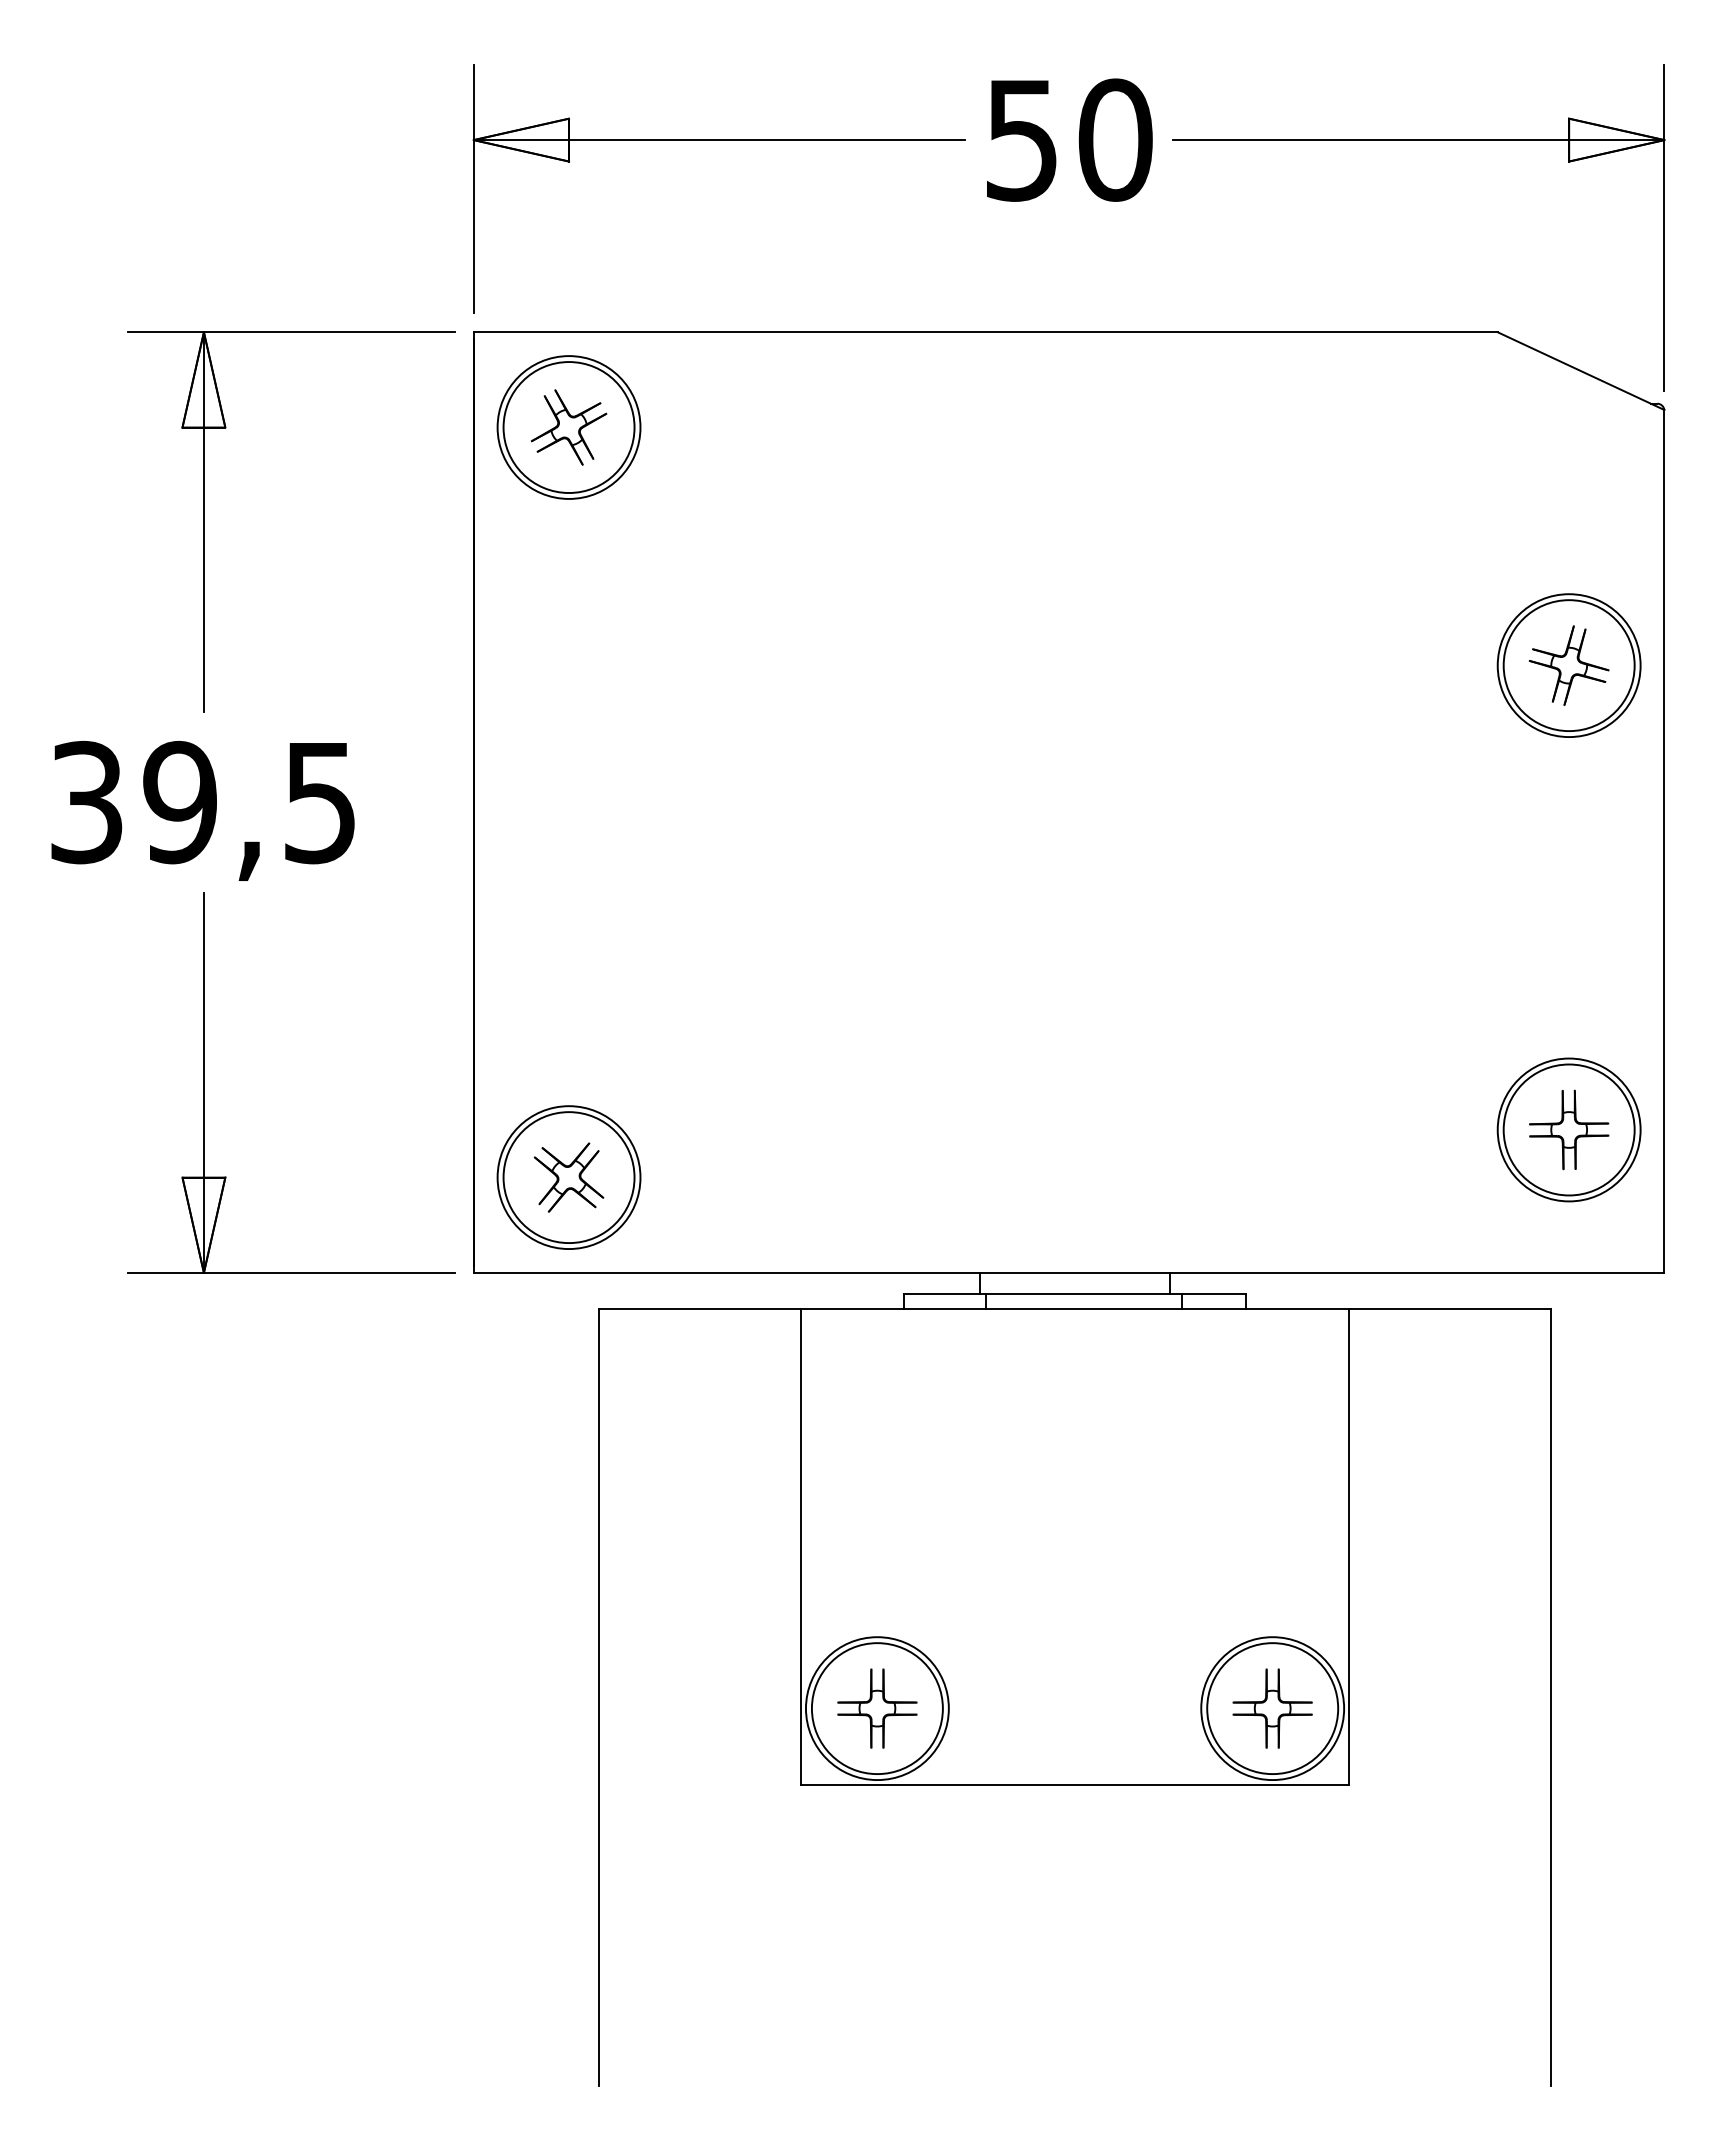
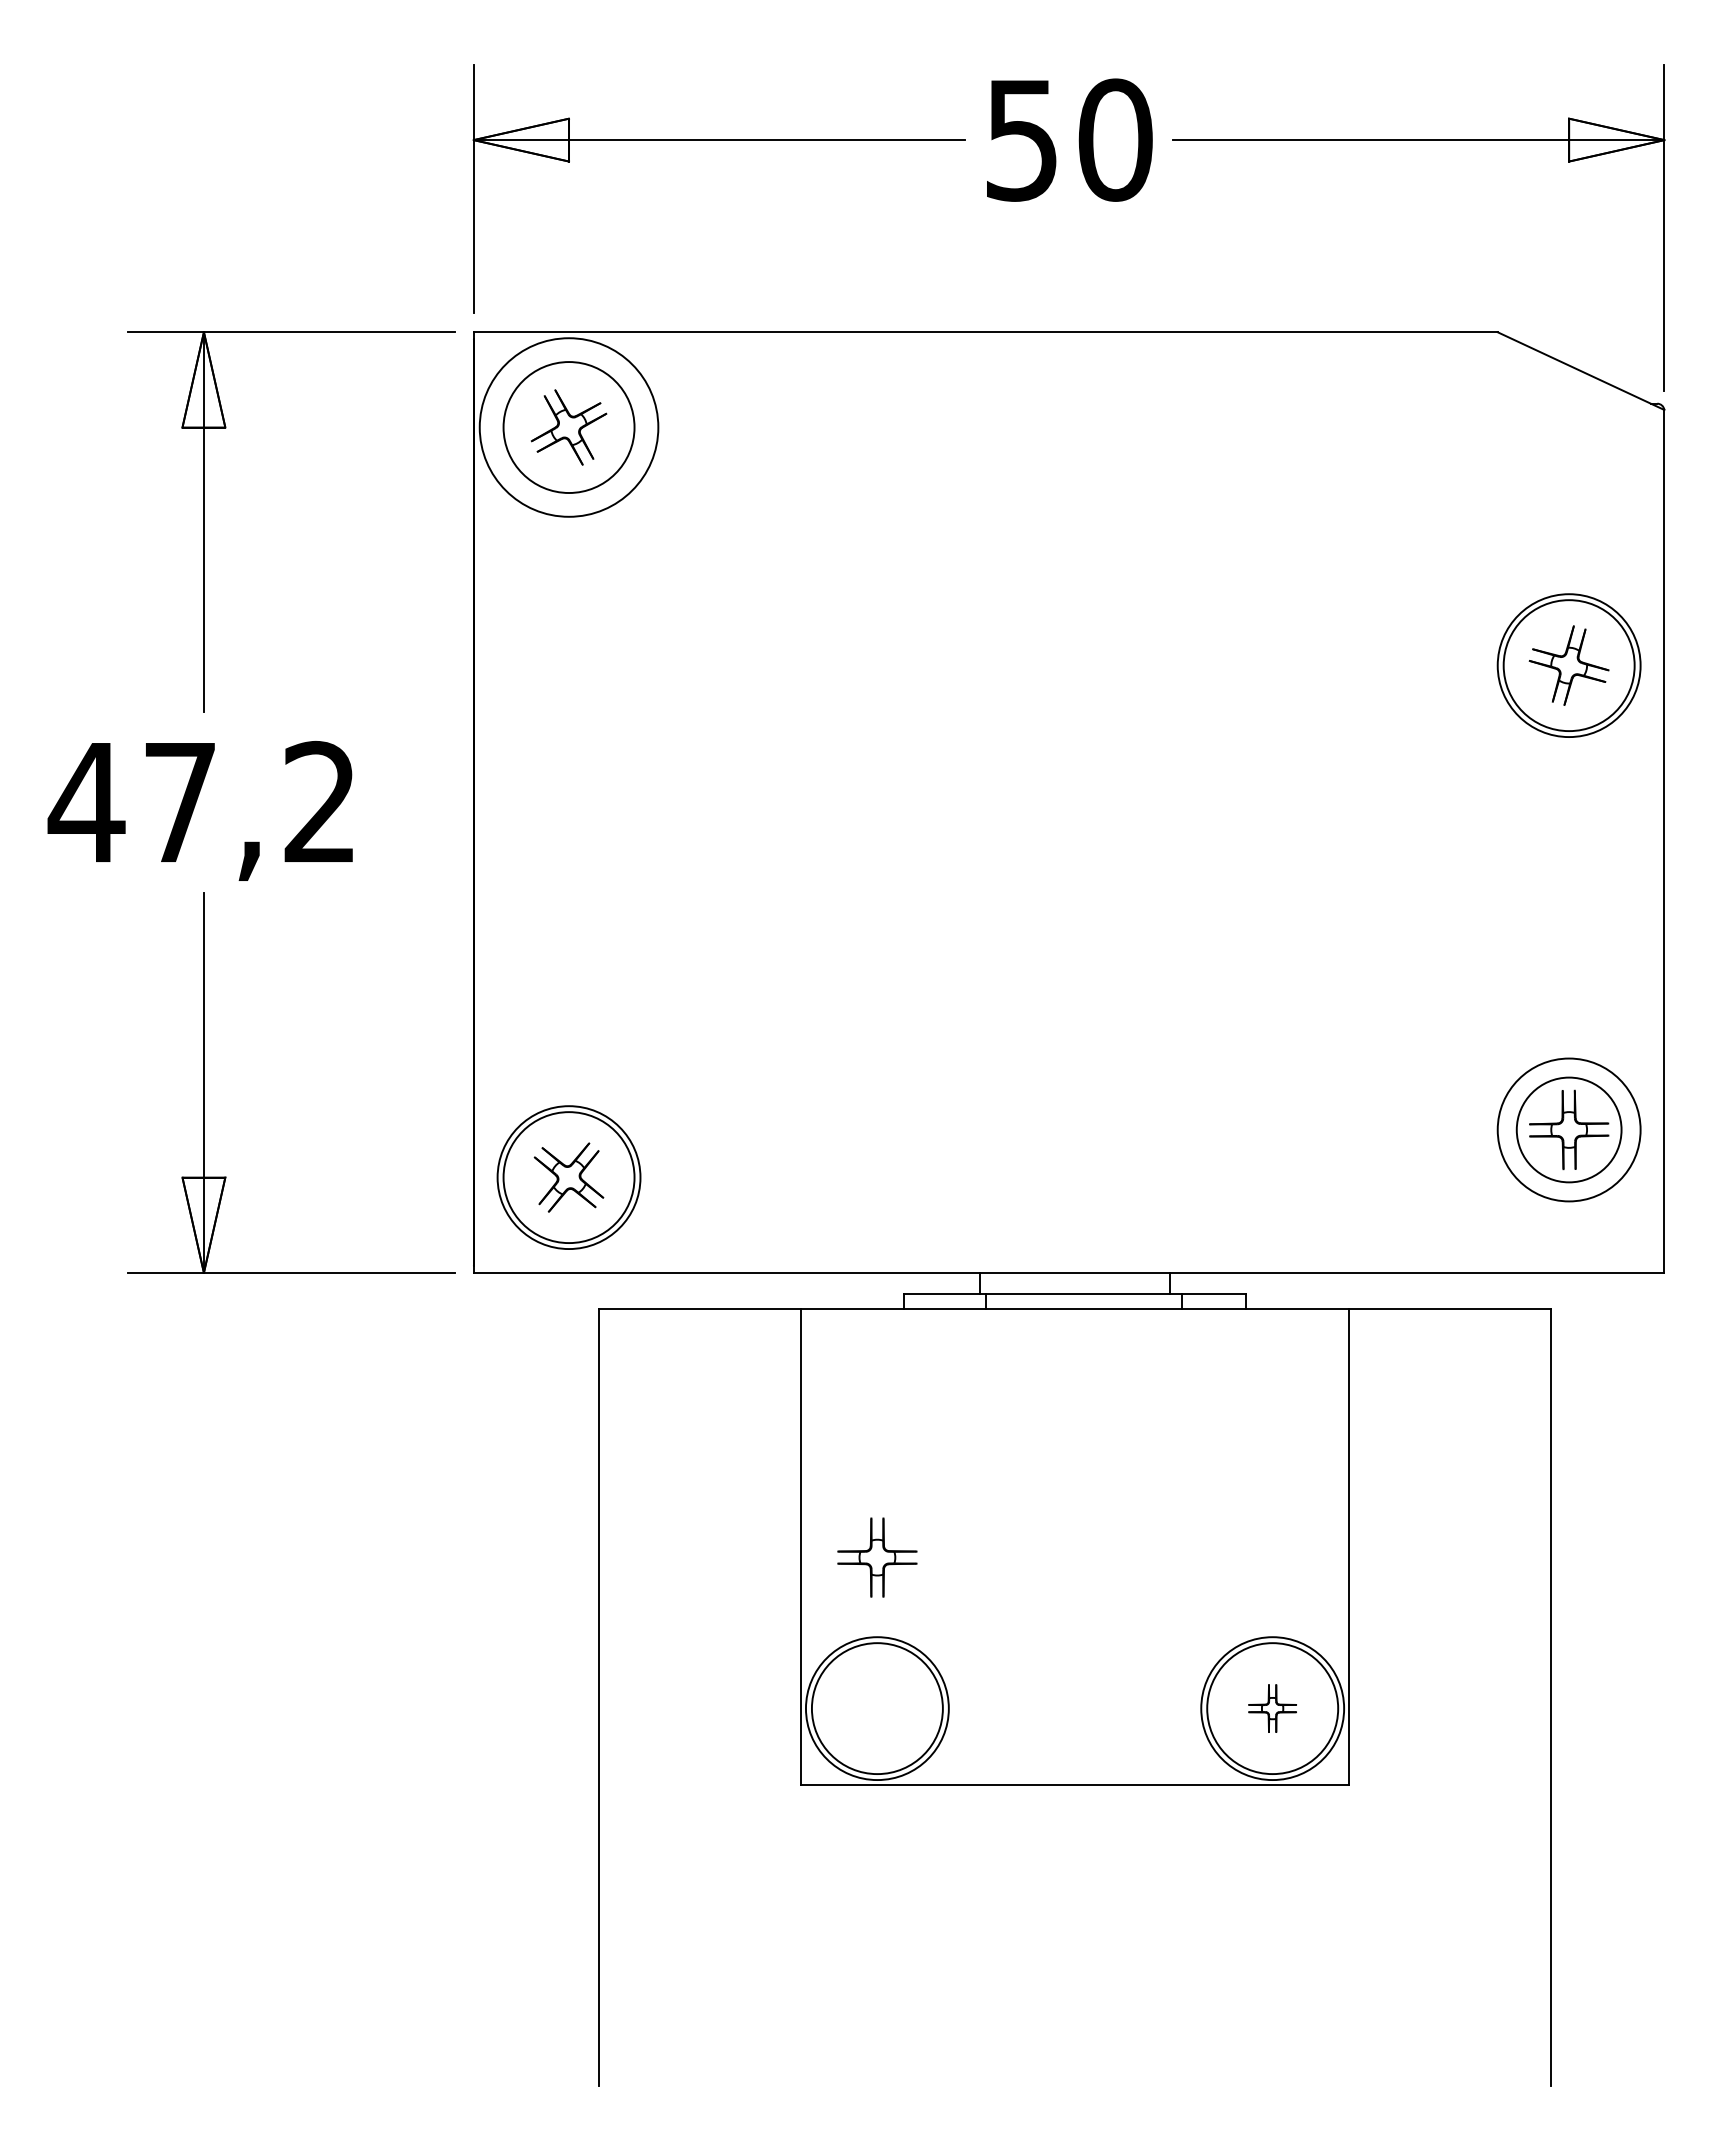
circle at (568, 427) diameter: 143 px -> 179 px
text at (200, 802): 39,5 -> 47,2
circle at (1568, 1129) diameter: 131 px -> 105 px
part at (877, 1708) position: (877, 1708) -> (877, 1557)
part at (1272, 1708) size: 81x81 px -> 49x49 px
